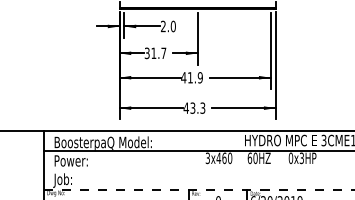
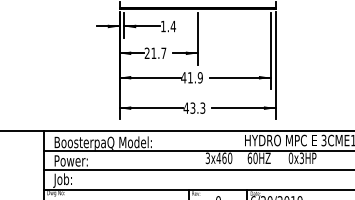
text at (168, 26): 2.0 -> 1.4
text at (146, 53): 31.7 -> 21.7
line at (197, 170): none -> present
line at (200, 189): dashed -> solid
